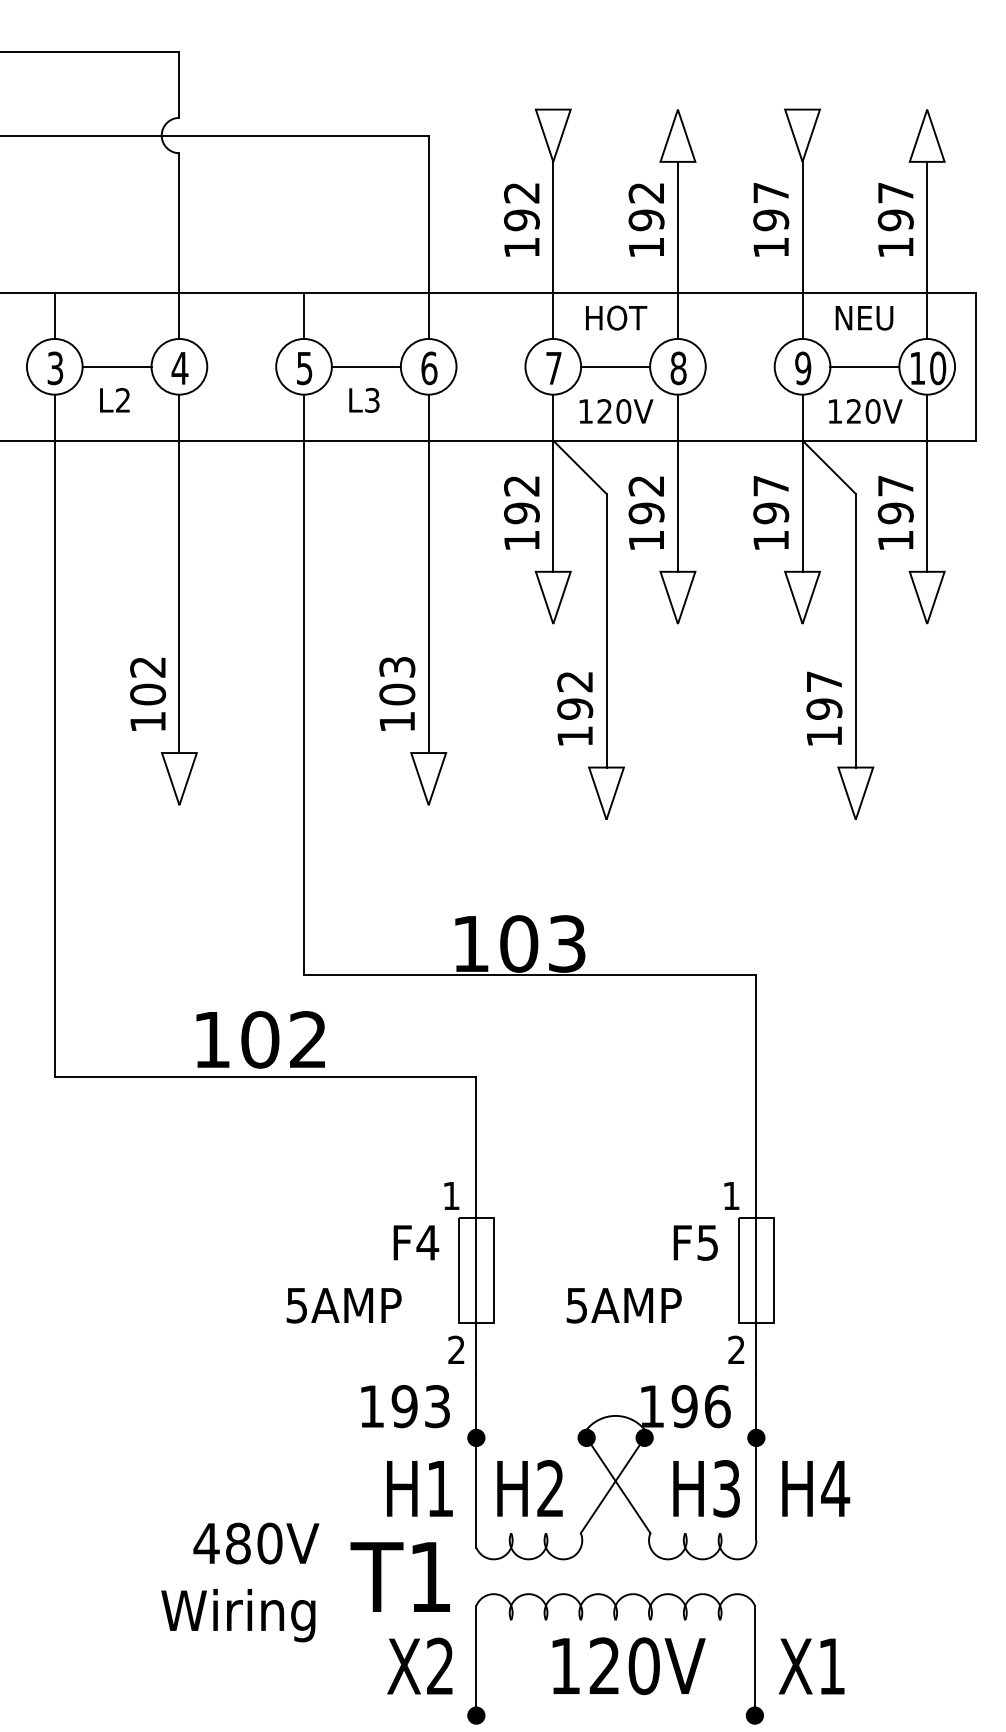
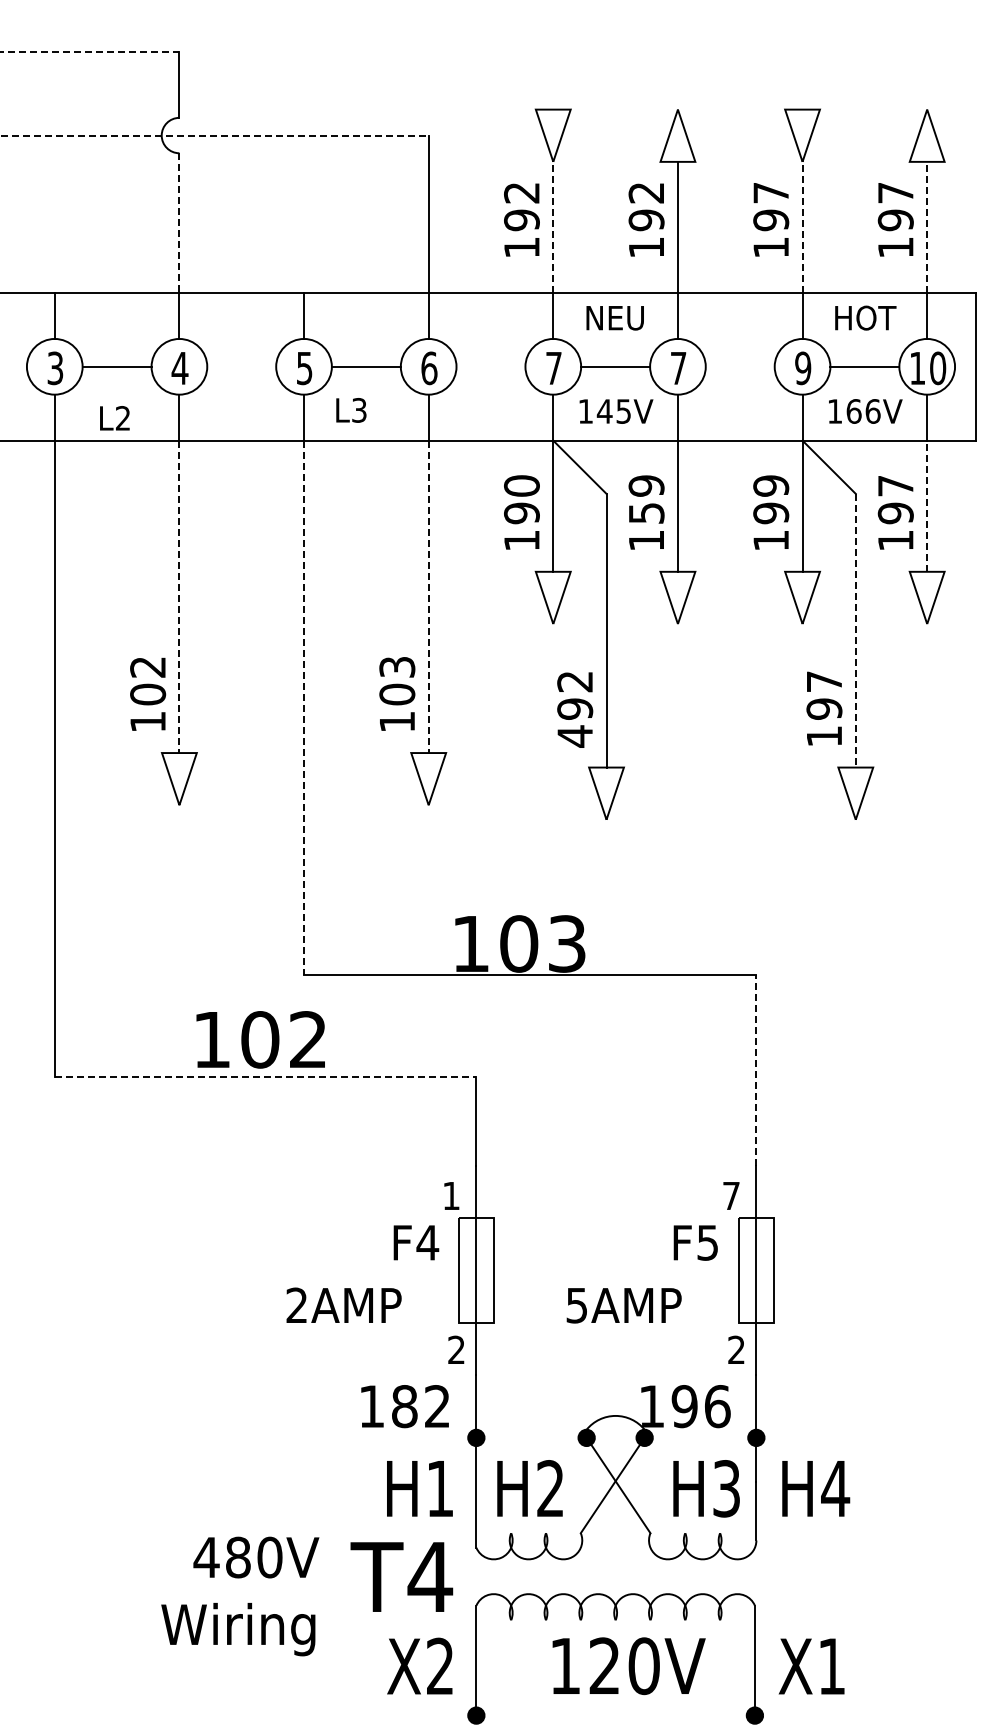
line at (90, 51): solid -> dashed
line at (214, 135): solid -> dashed
line at (179, 223): solid -> dashed
line at (553, 227): solid -> dashed
line at (802, 227): solid -> dashed
line at (927, 227): solid -> dashed
text at (616, 317): HOT -> NEU
text at (865, 317): NEU -> HOT
text at (678, 368): 8 -> 7
text at (114, 400) position: (114, 400) -> (114, 418)
text at (364, 400) position: (364, 400) -> (351, 410)
text at (613, 411): 120V -> 145V
text at (863, 411): 120V -> 166V
text at (521, 485): 192 -> 190
text at (771, 485): 197 -> 199
text at (646, 499): 192 -> 159
line at (927, 506): solid -> dashed
line at (179, 597): solid -> dashed
line at (428, 597): solid -> dashed
line at (855, 630): solid -> dashed
line at (304, 708): solid -> dashed
text at (574, 736): 192 -> 492
line at (756, 1070): solid -> dashed
line at (265, 1077): solid -> dashed
text at (731, 1195): 1 -> 7
text at (296, 1305): 5AMP -> 2AMP
text at (420, 1406): 193 -> 182
text at (430, 1576): T1 -> T4
text at (240, 1582) position: (240, 1582) -> (240, 1596)
